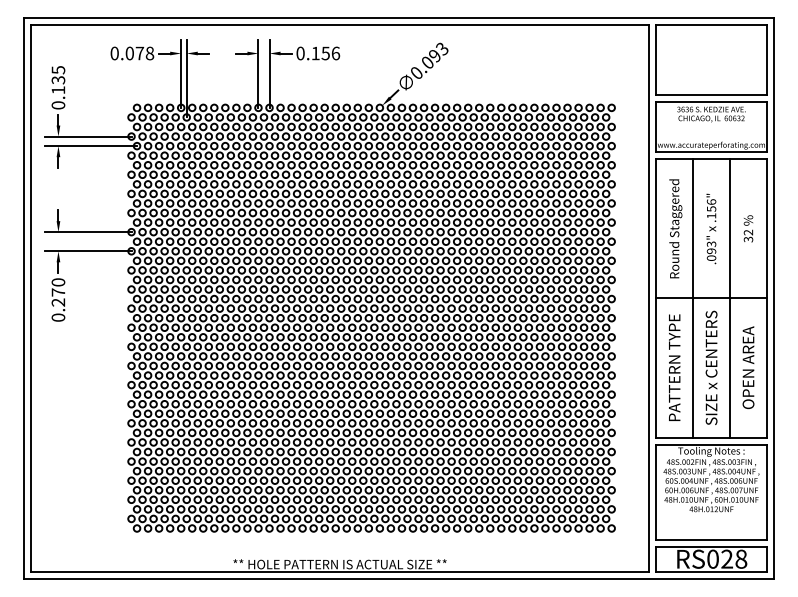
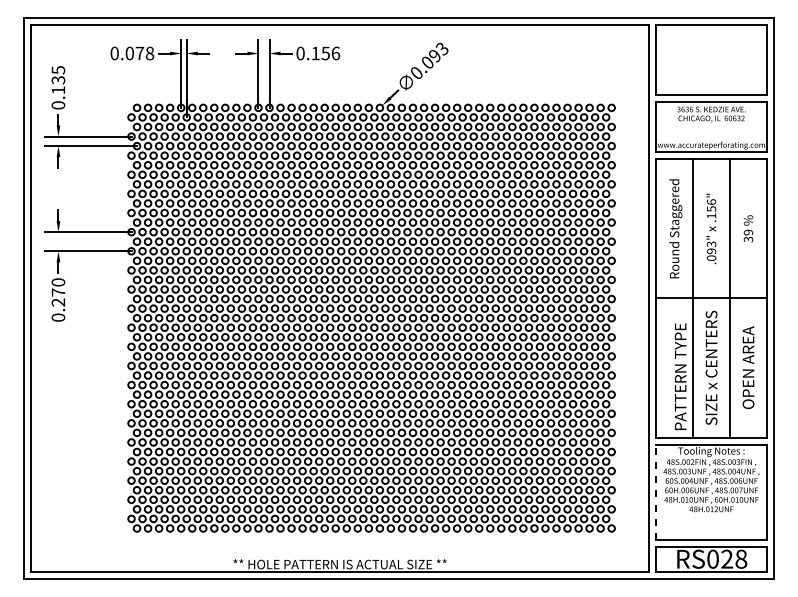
text at (748, 232): 32 -> 39
text at (674, 367) position: (674, 367) -> (680, 376)
line at (656, 492): solid -> dashed
